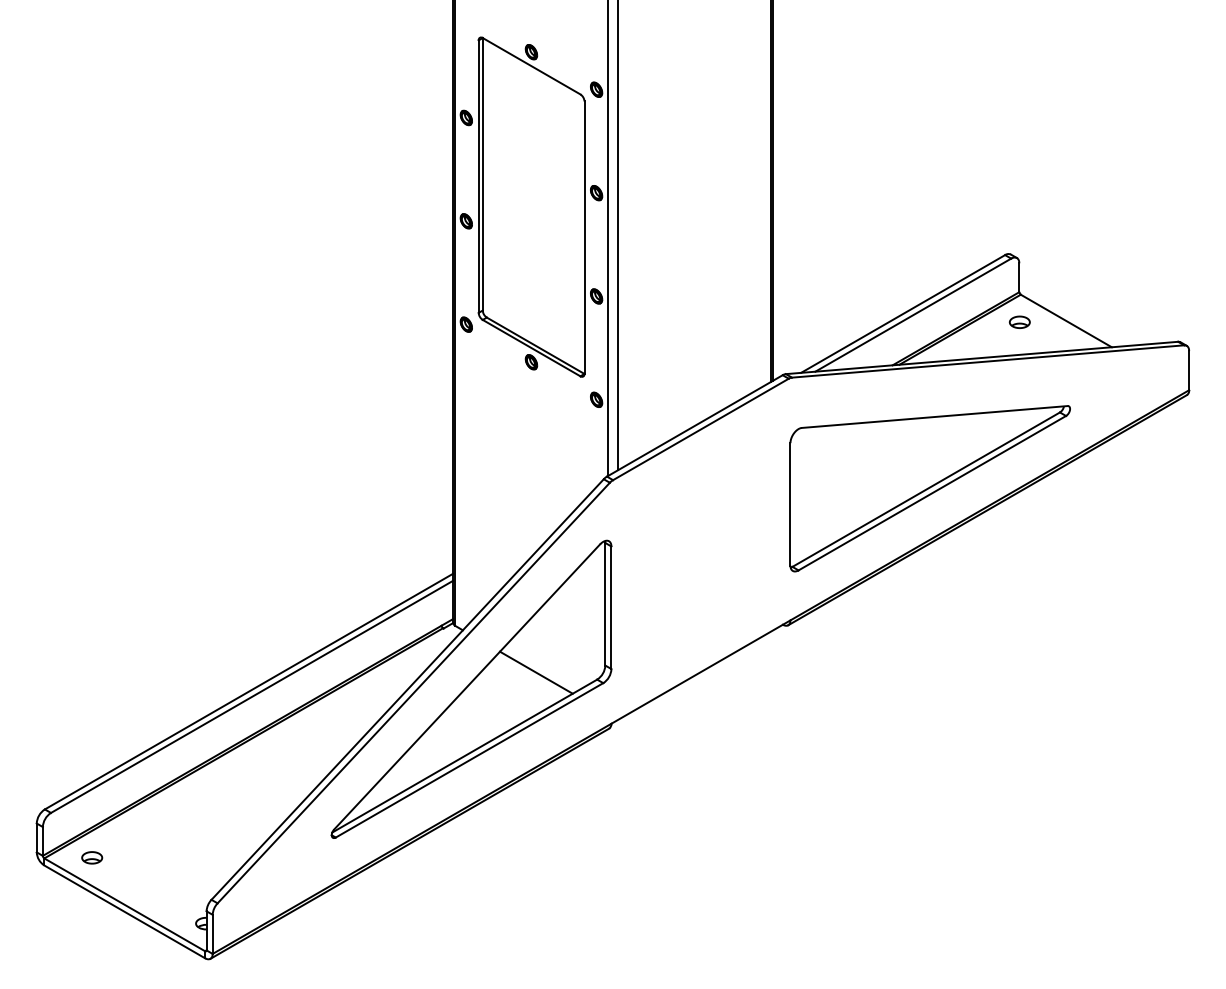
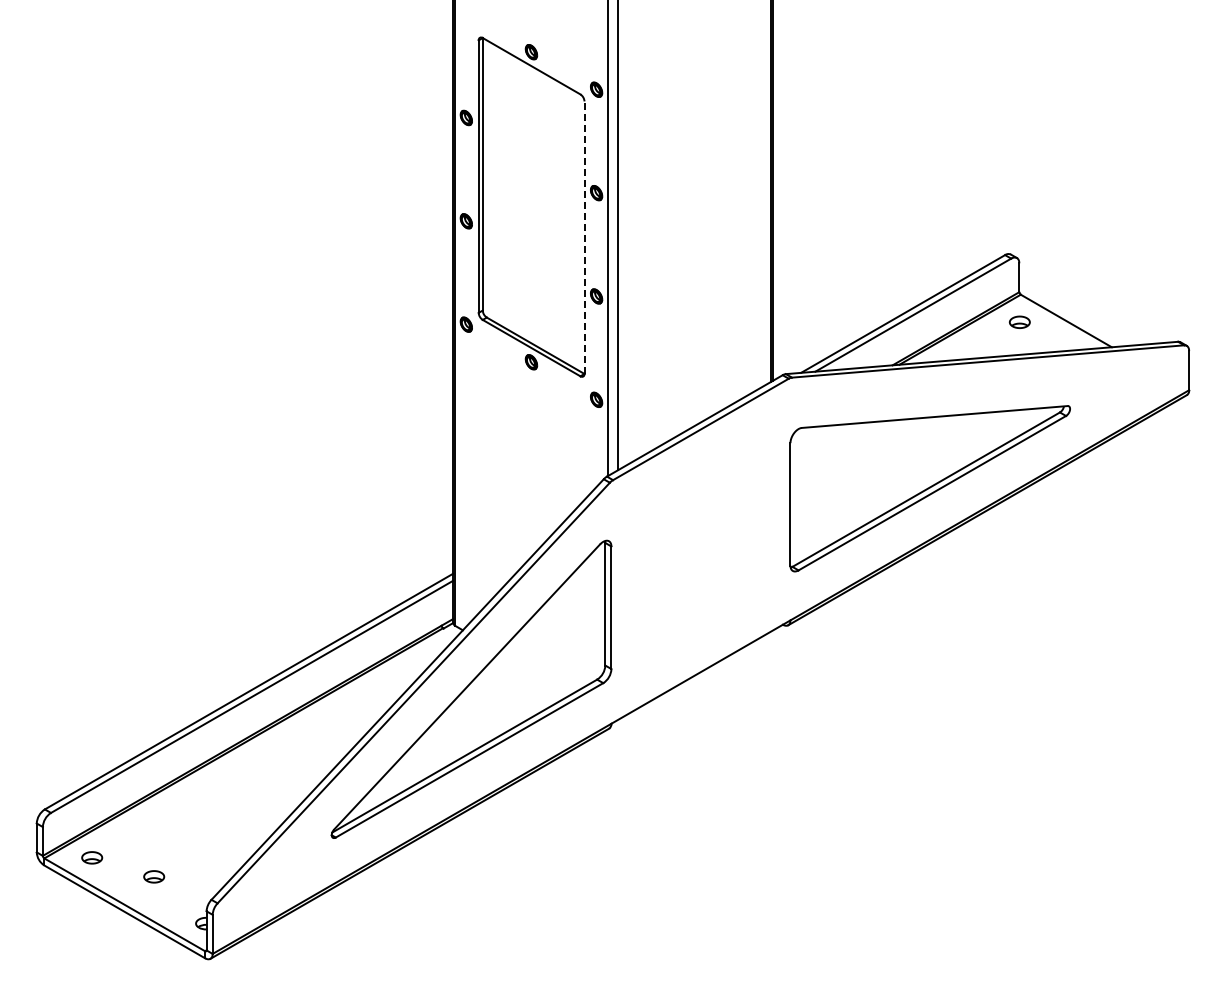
line at (584, 237): solid -> dashed
line at (536, 672): present -> none
part at (154, 876): none -> present
